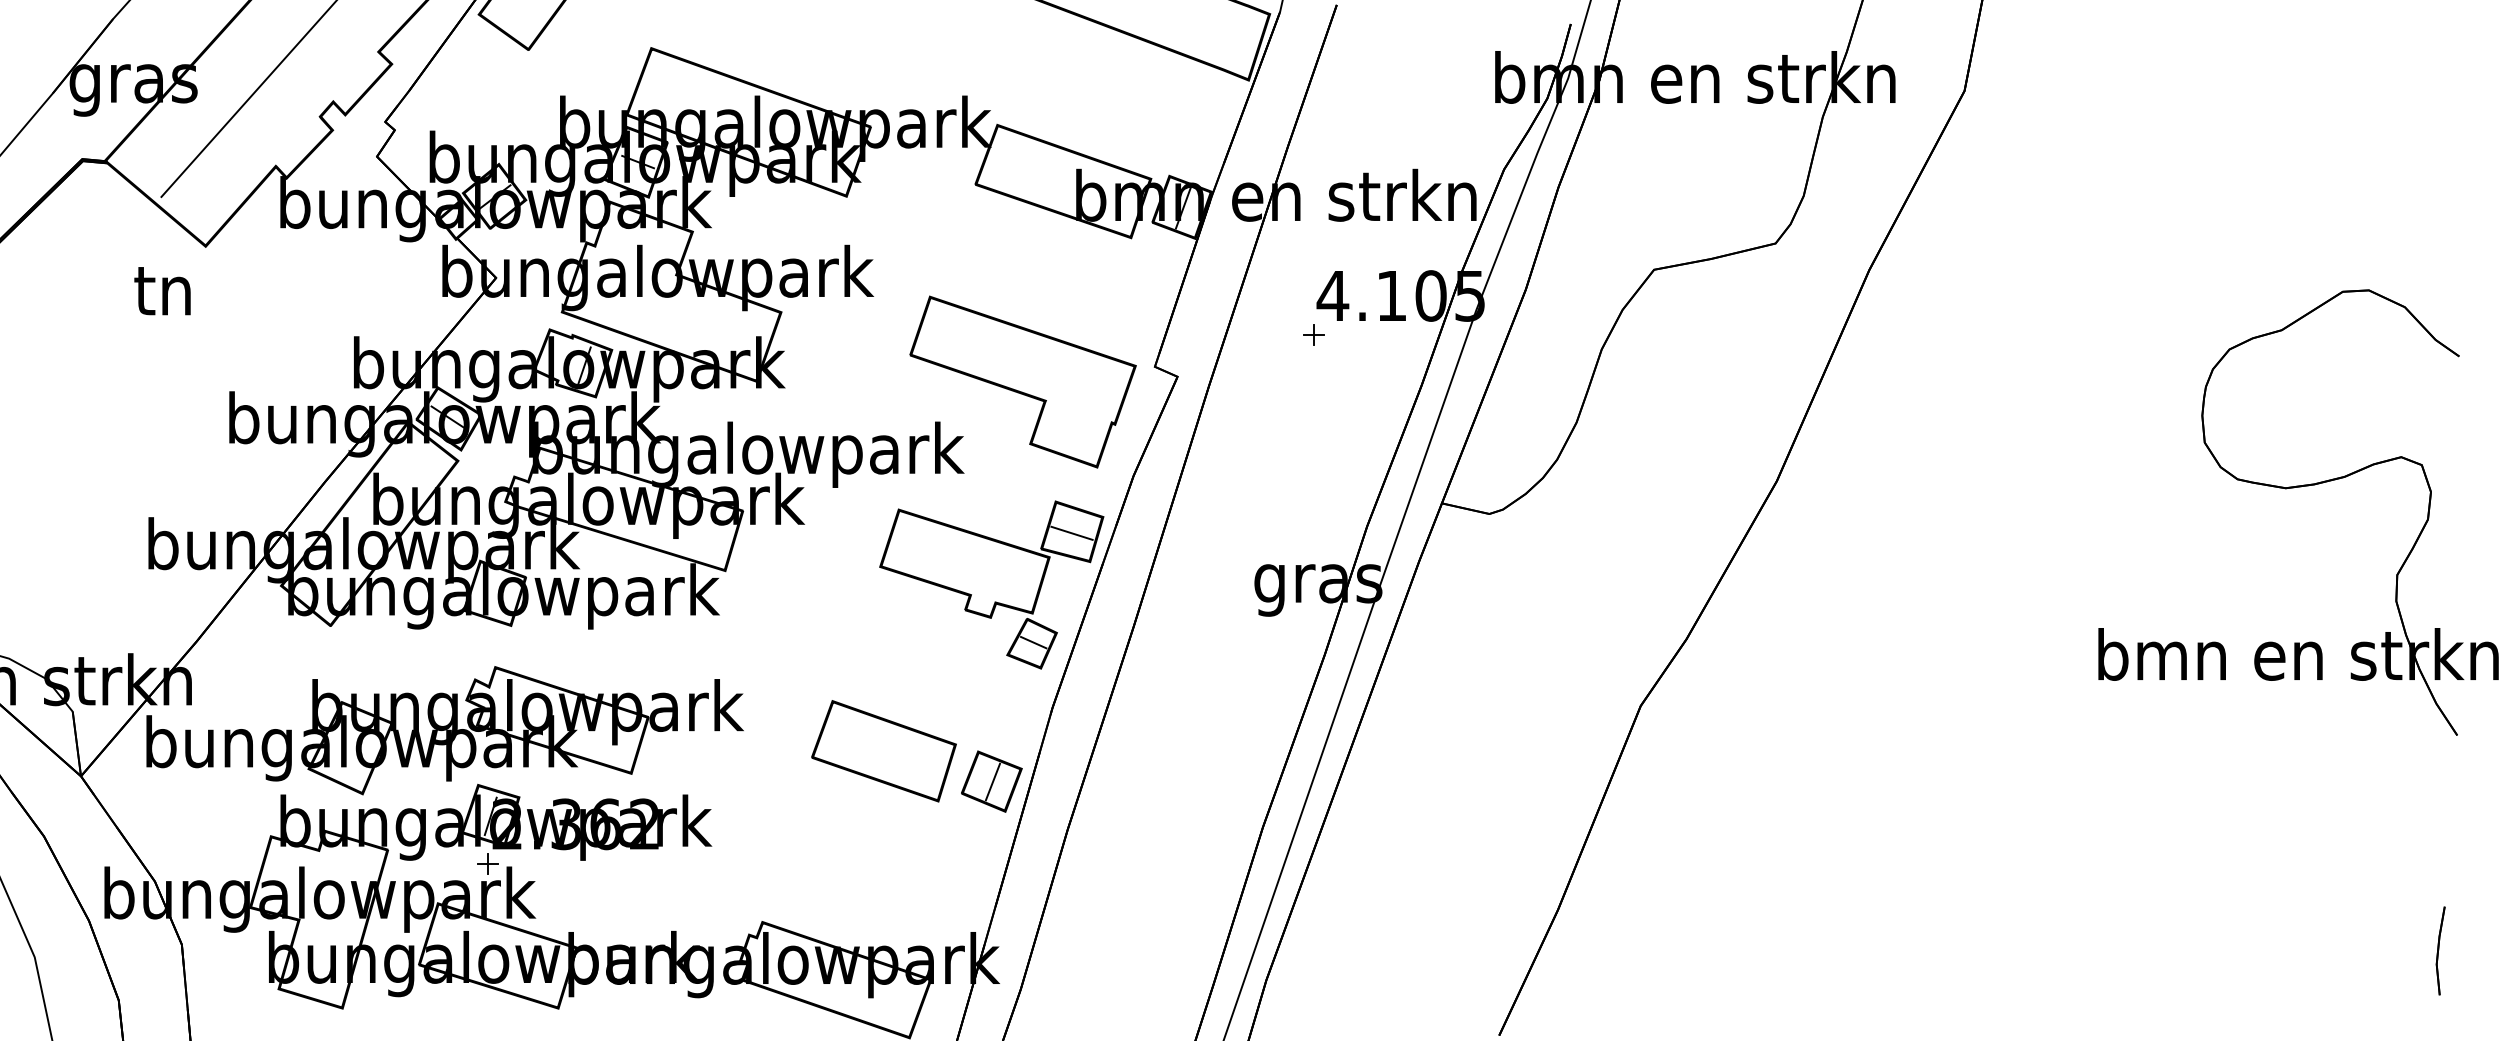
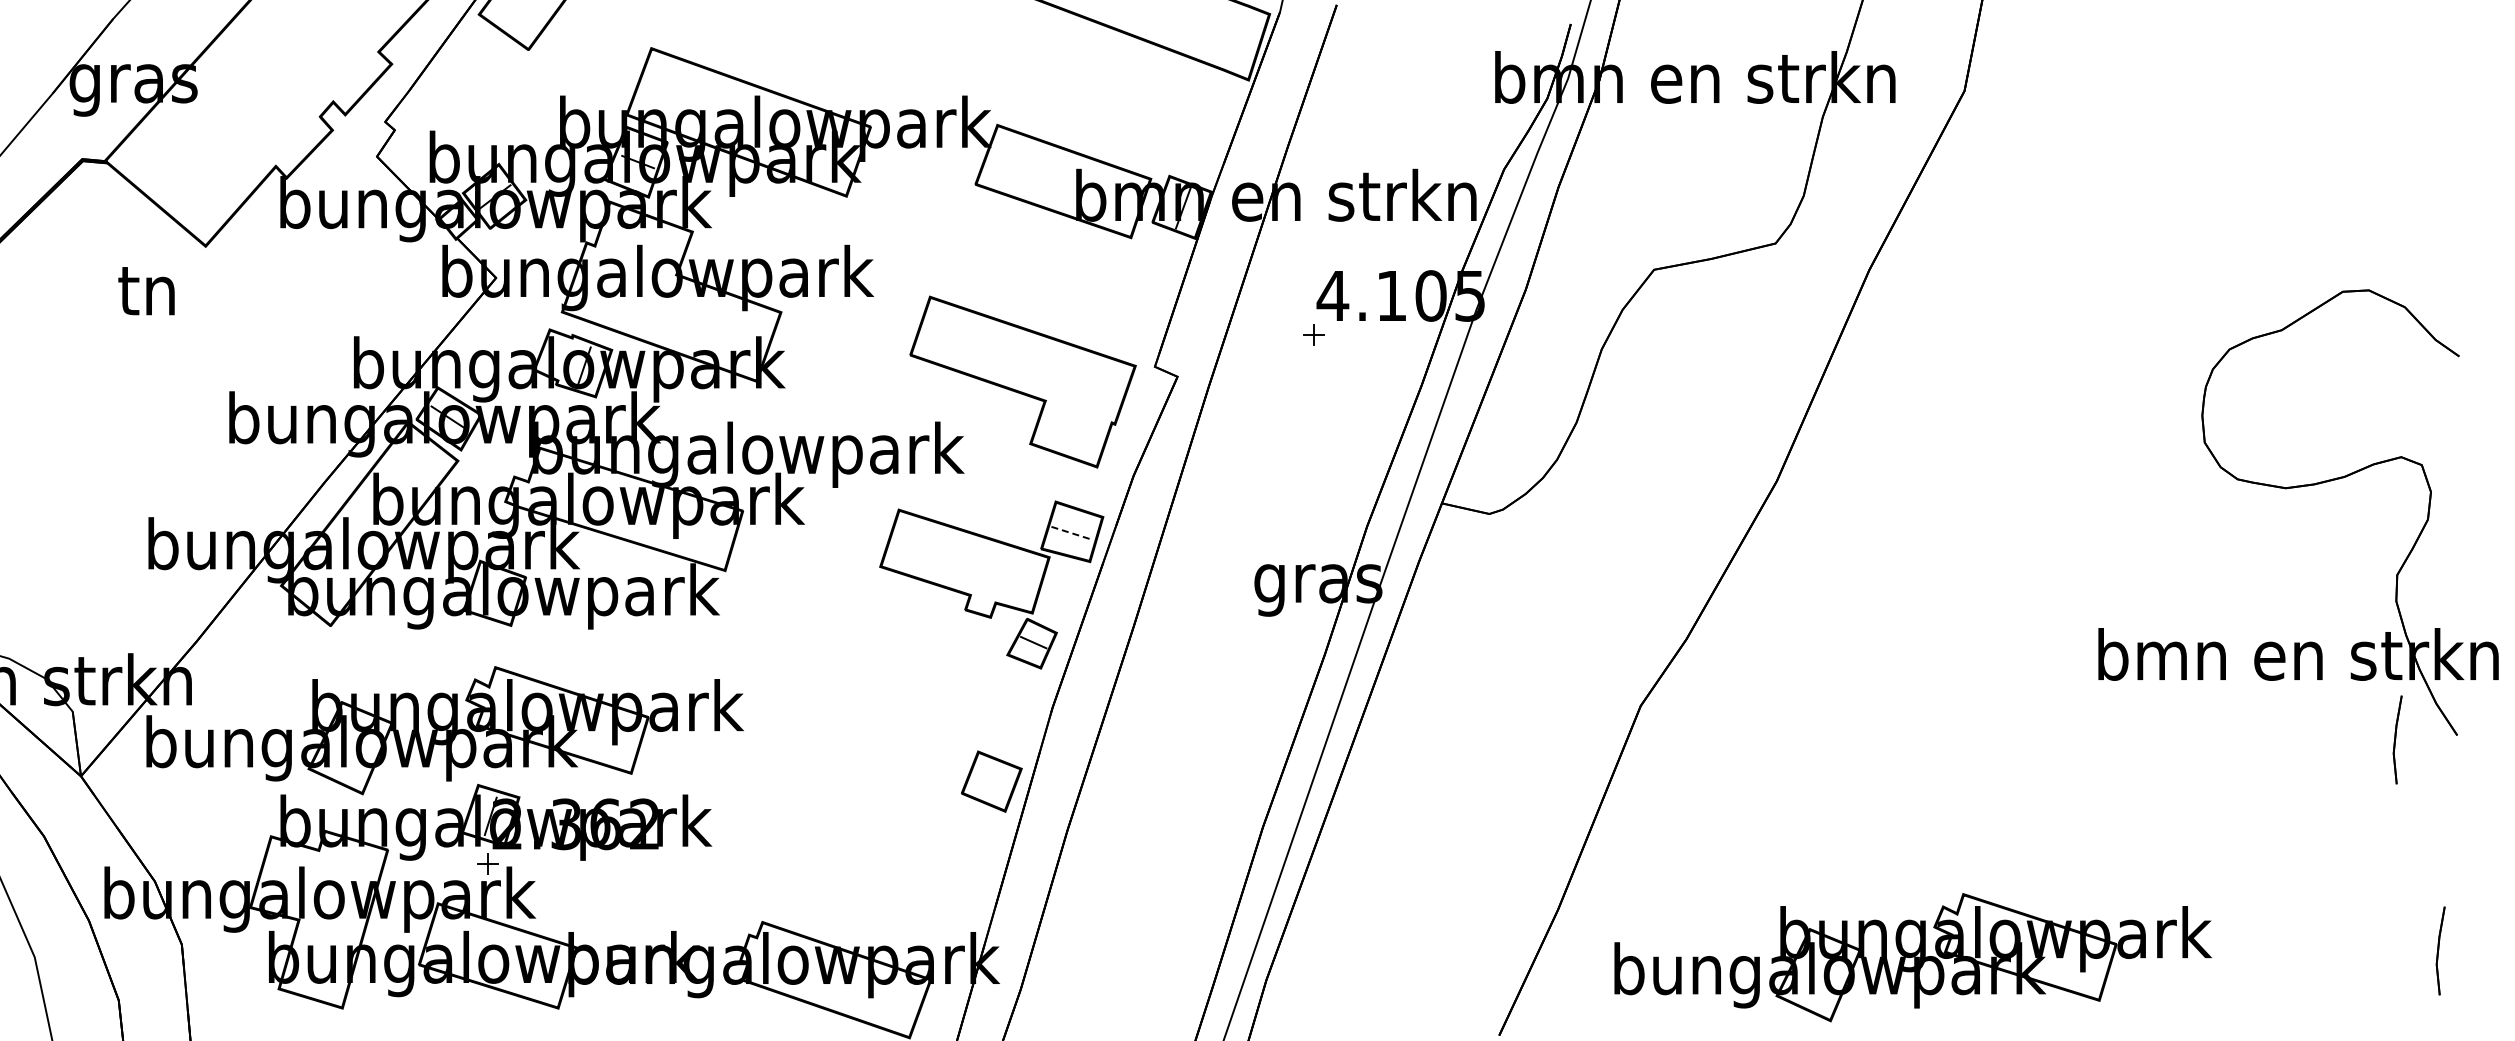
line at (247, 99): present -> none
text at (162, 291) position: (162, 291) -> (146, 291)
line at (1072, 533): solid -> dashed
part at (2397, 739): none -> present
part at (883, 751): present -> none
line at (992, 781): present -> none
part at (1912, 957): none -> present
